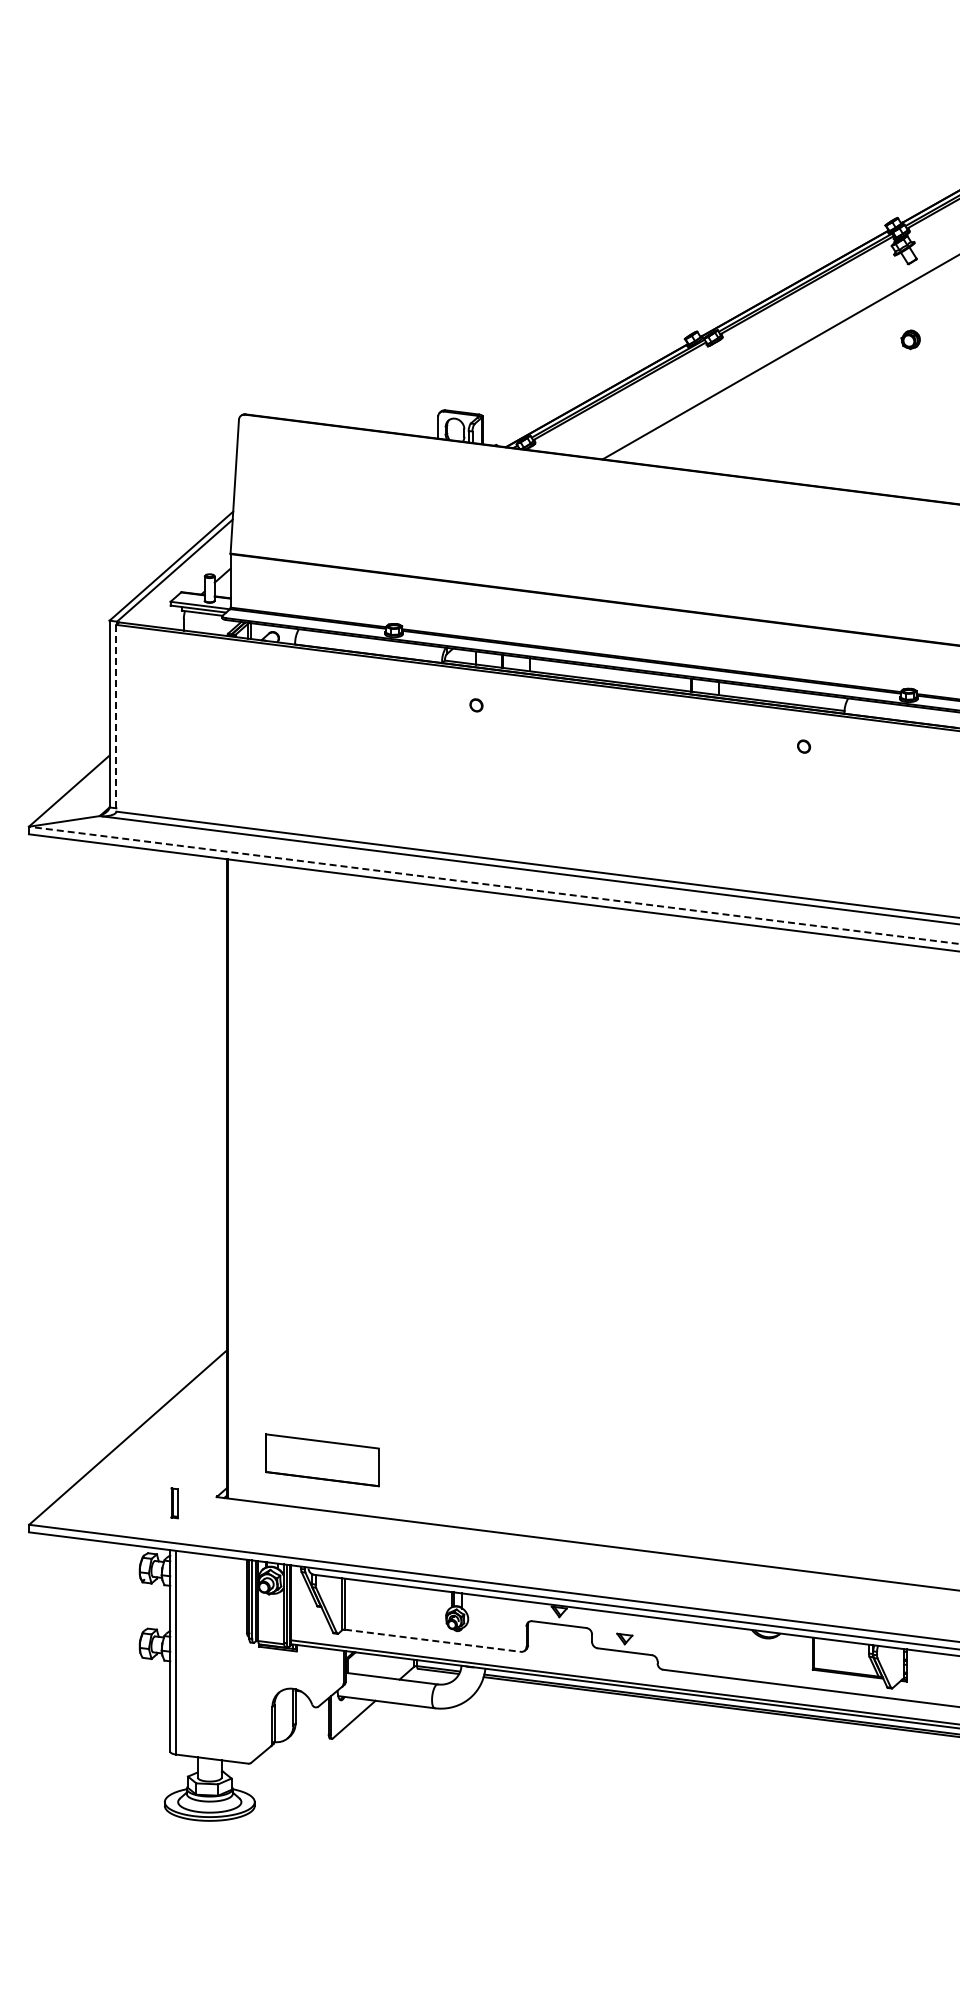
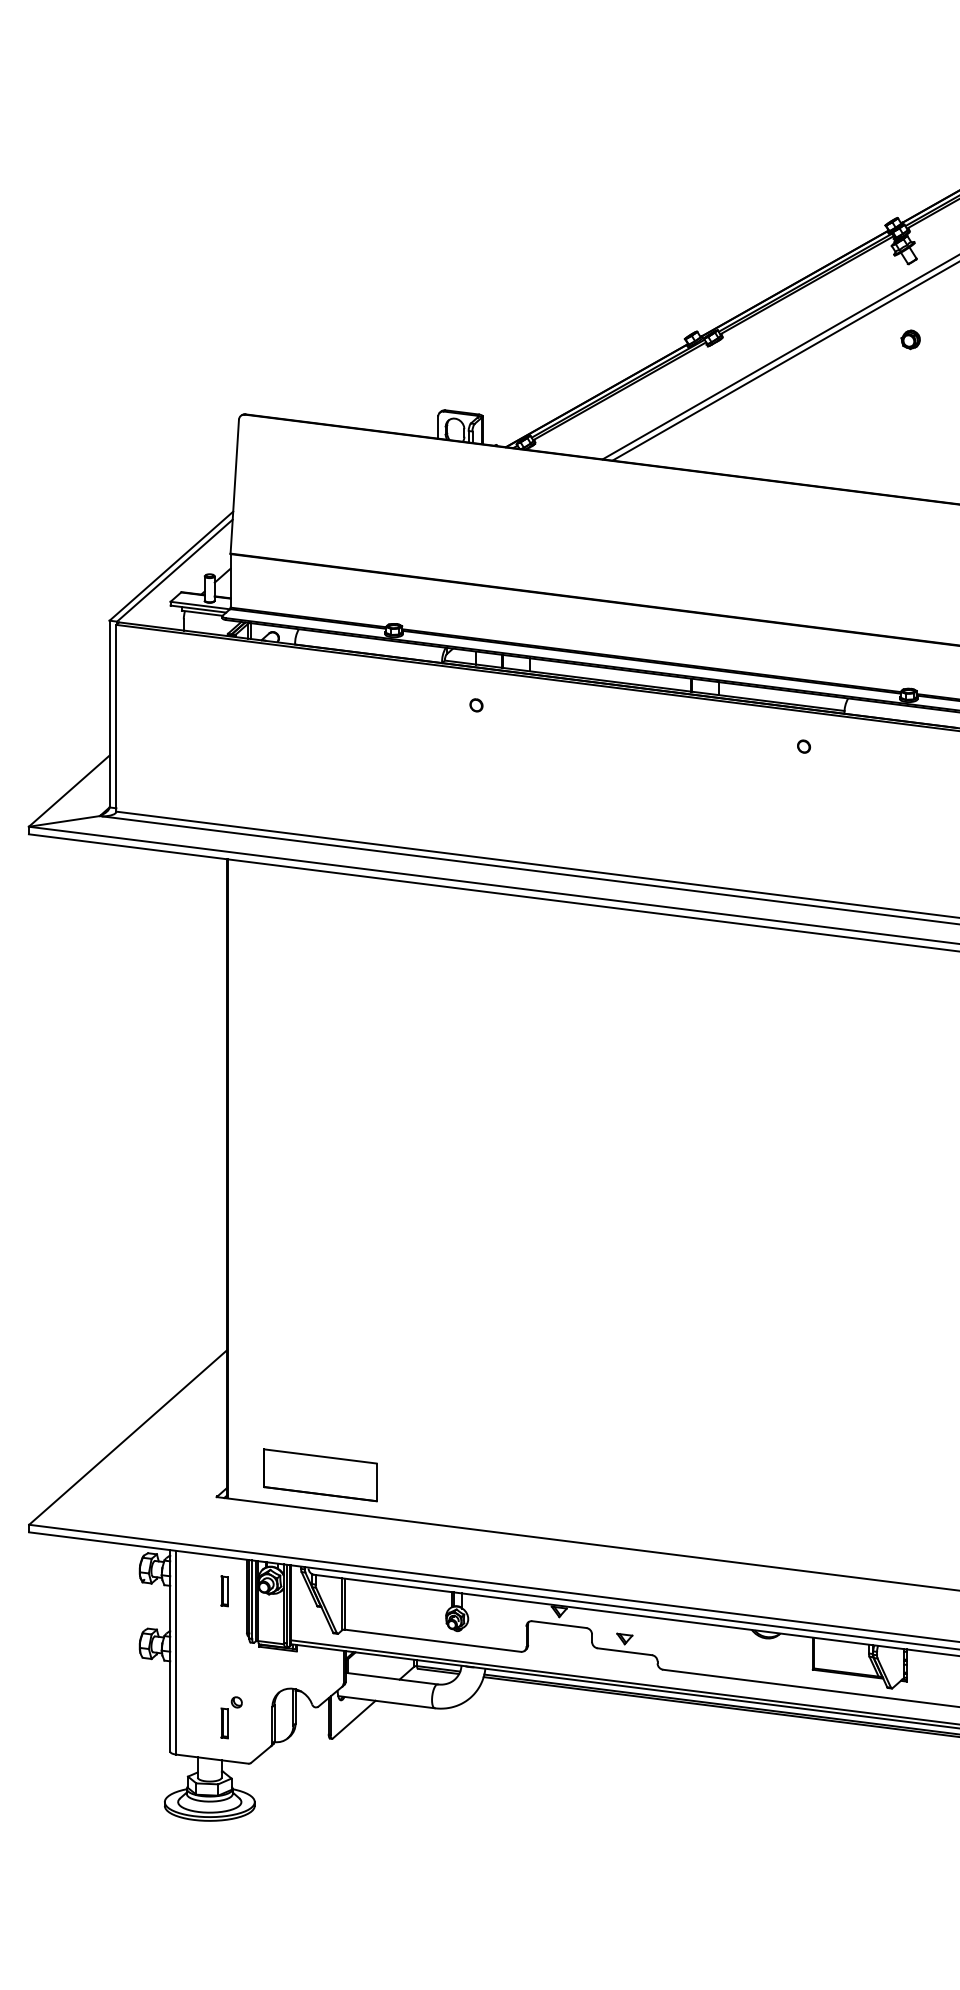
line at (784, 361): none -> present
line at (116, 718): dashed -> solid
line at (494, 885): dashed -> solid
part at (322, 1460) position: (322, 1460) -> (320, 1475)
part at (174, 1503) position: (174, 1503) -> (224, 1591)
line at (432, 1640): dashed -> solid
part at (231, 1717): none -> present
